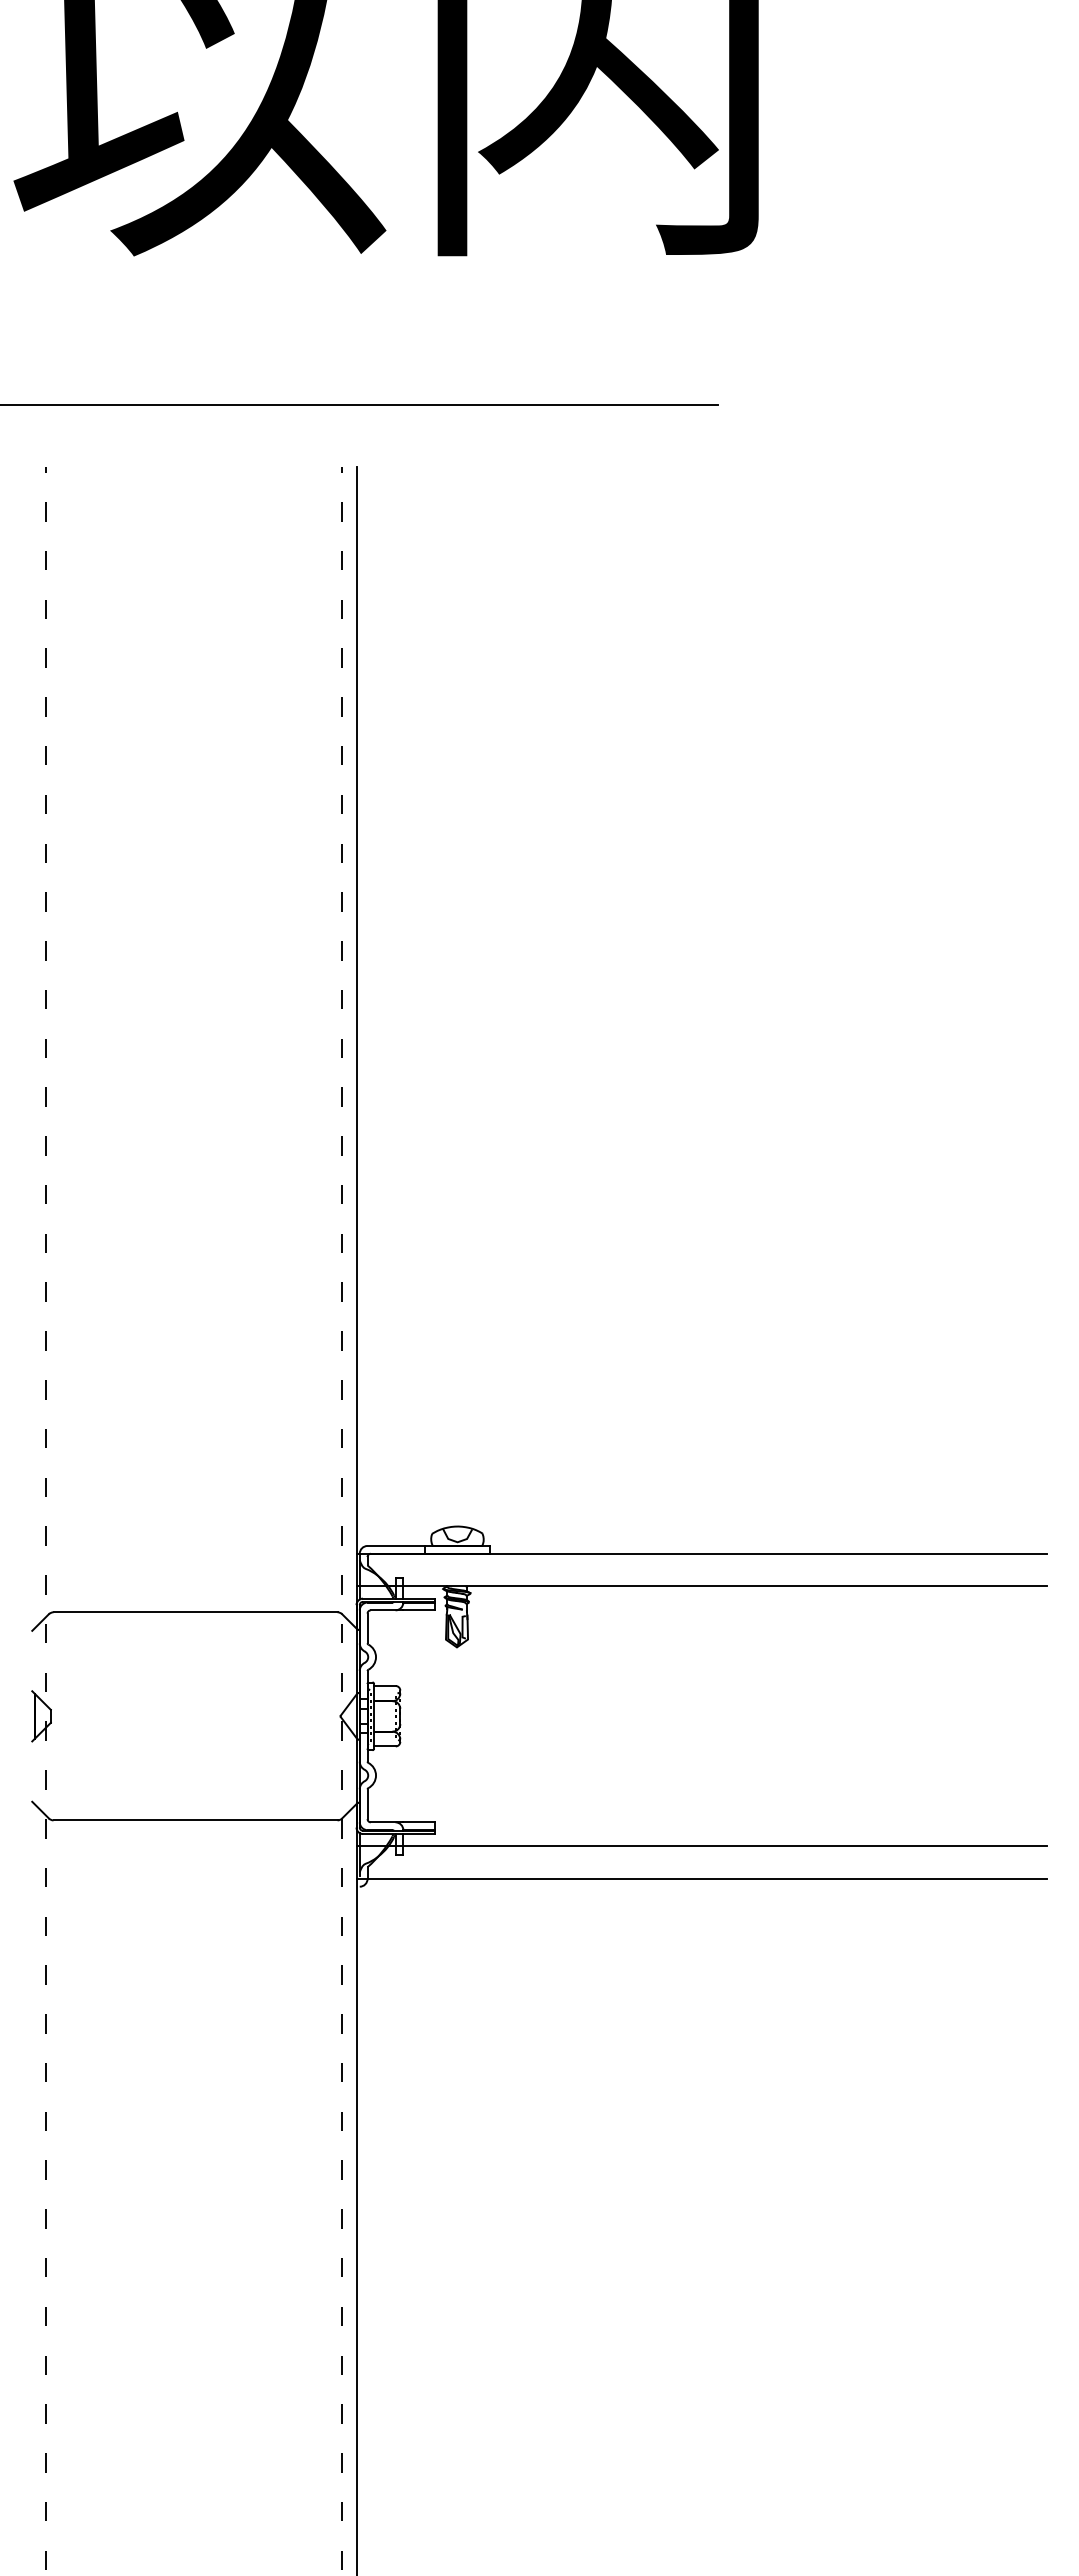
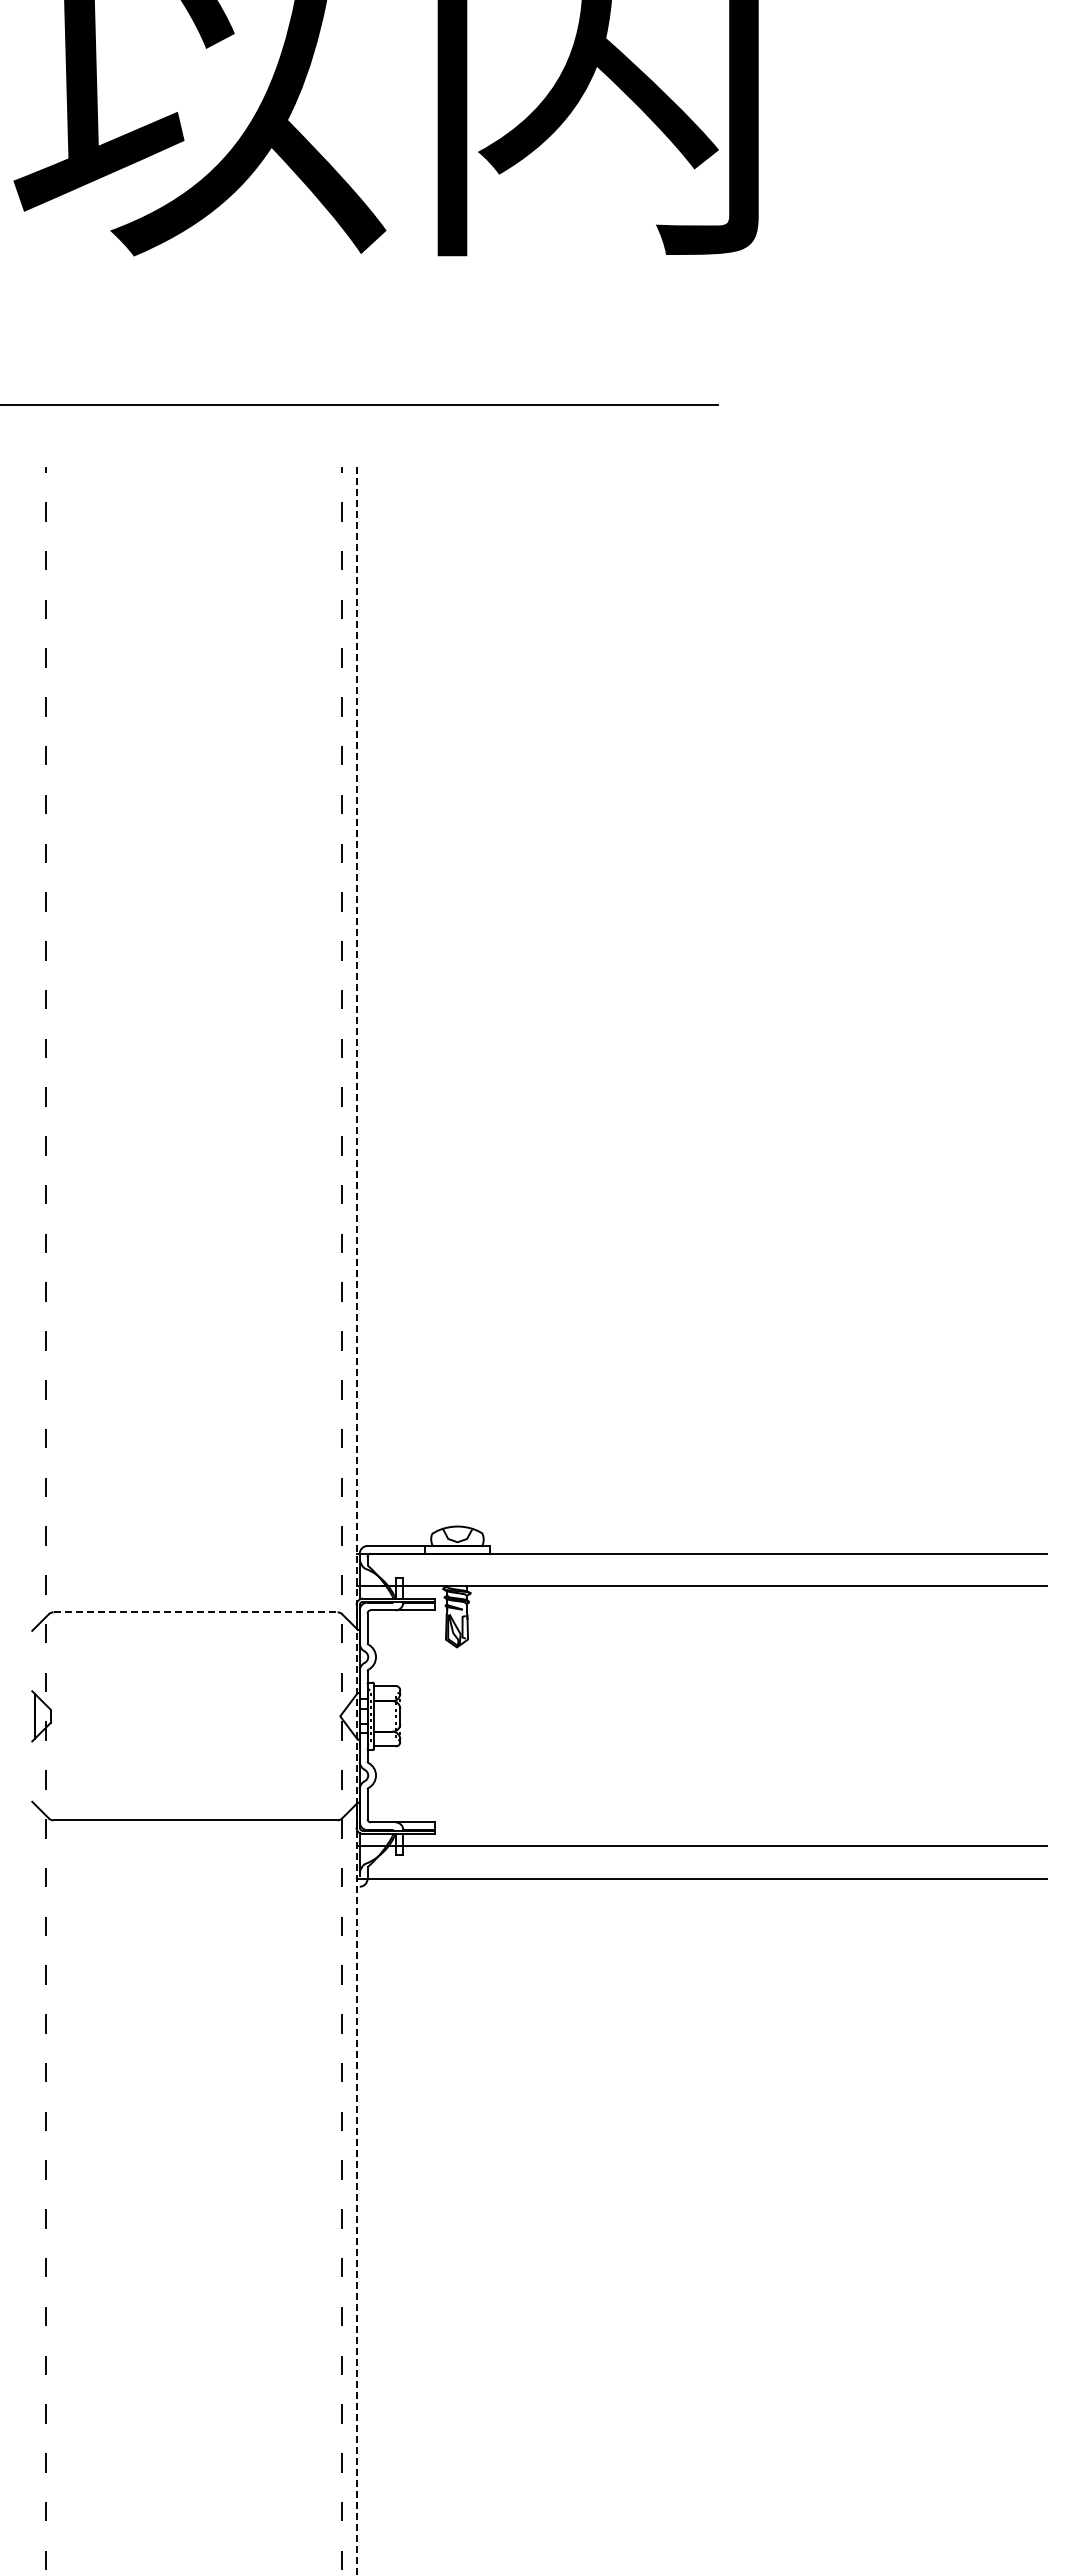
line at (356, 1520): solid -> dashed
line at (195, 1612): solid -> dashed
